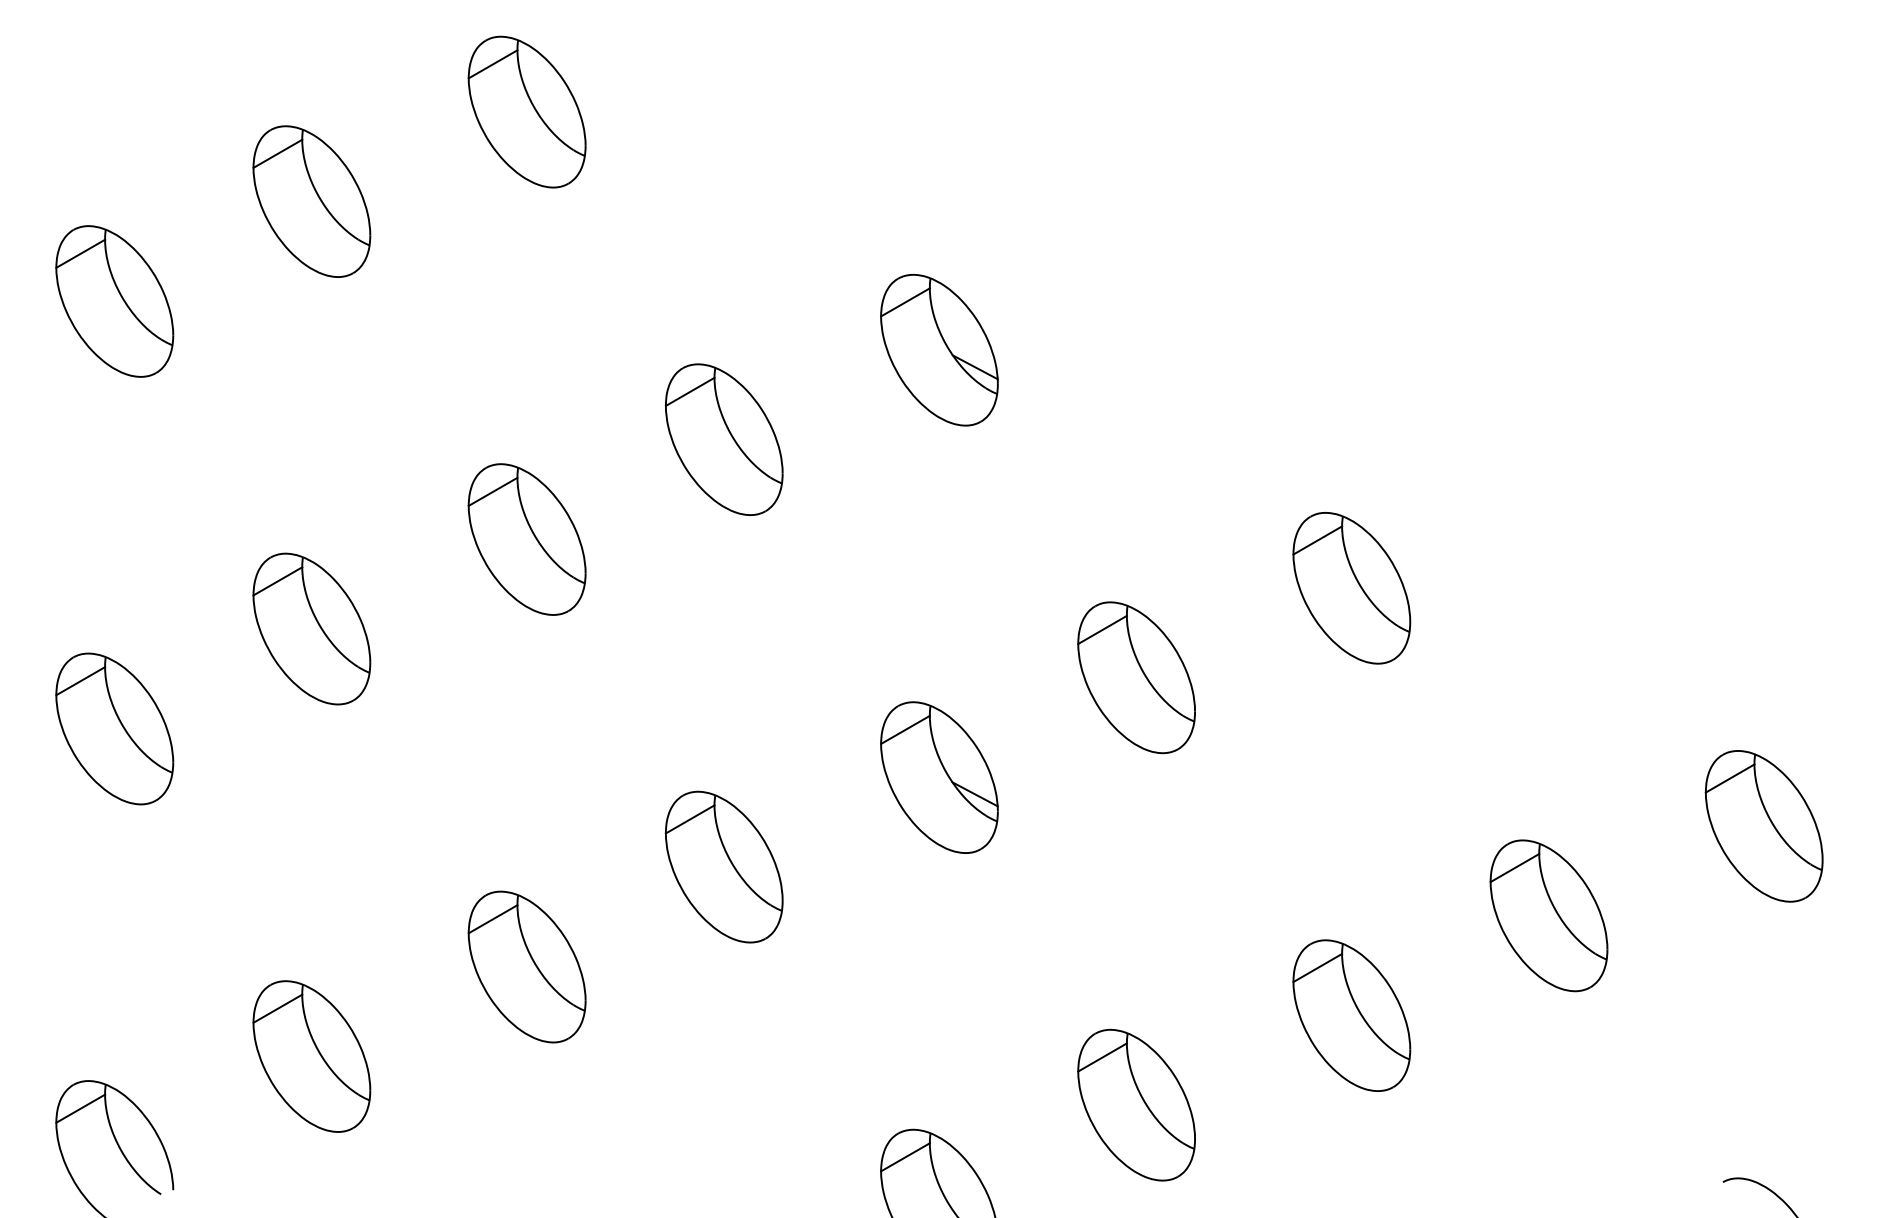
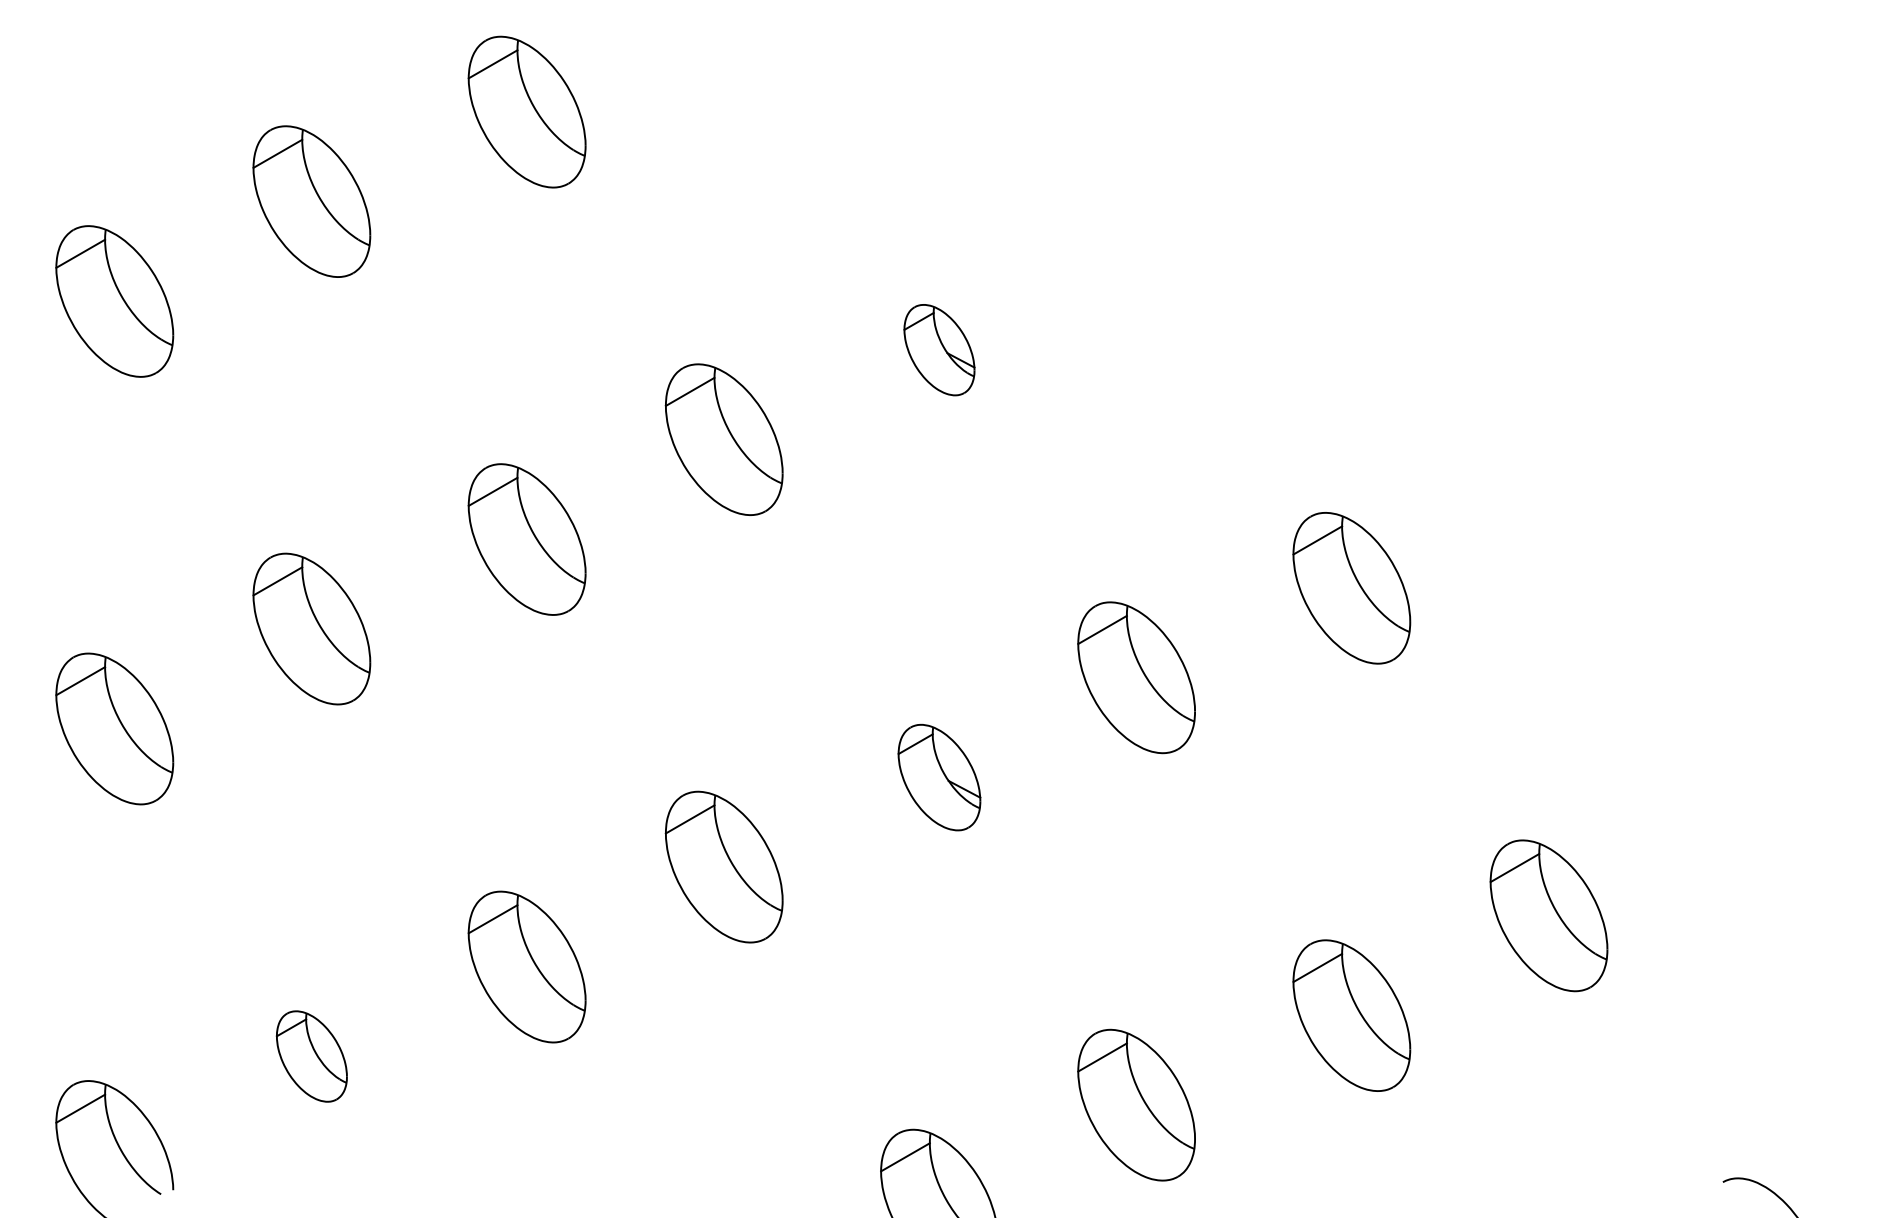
part at (939, 349) size: 119x154 px -> 73x93 px
part at (939, 777) size: 119x153 px -> 85x109 px
part at (1763, 826): present -> none
part at (311, 1056) size: 120x153 px -> 73x93 px
